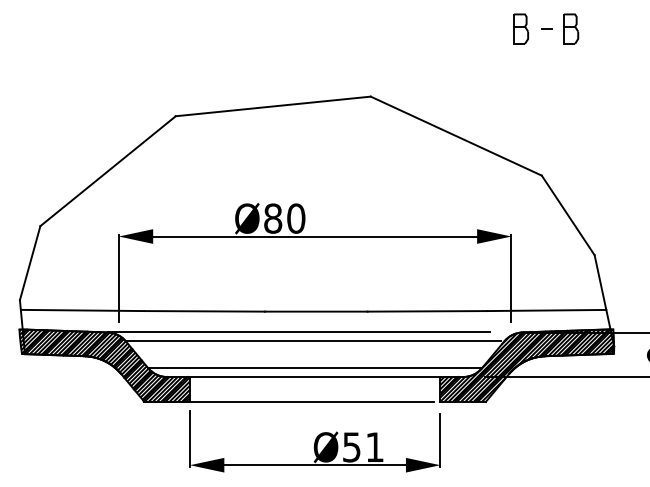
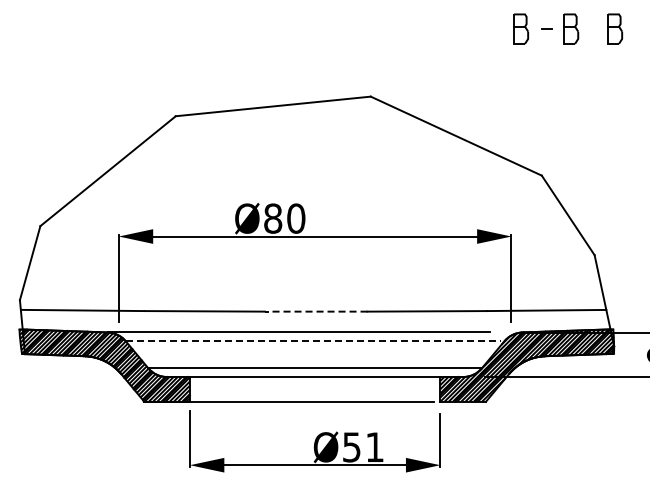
part at (615, 28): none -> present
line at (315, 311): solid -> dashed
line at (313, 341): solid -> dashed
